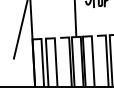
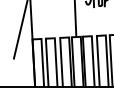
line at (97, 60): none -> present
line at (61, 61): none -> present
